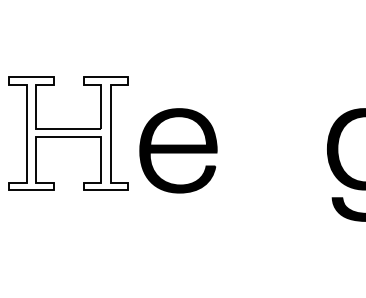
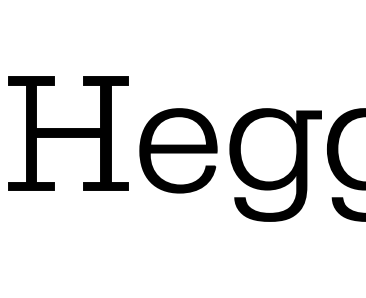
fill at (68, 133): none -> present
part at (275, 164): none -> present
